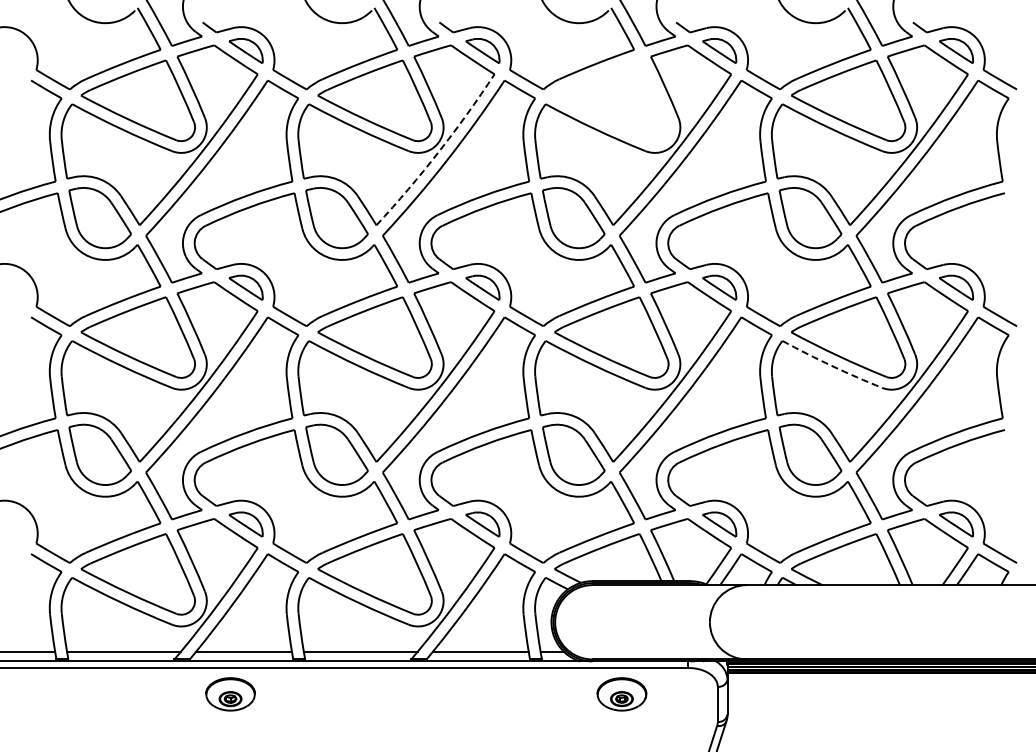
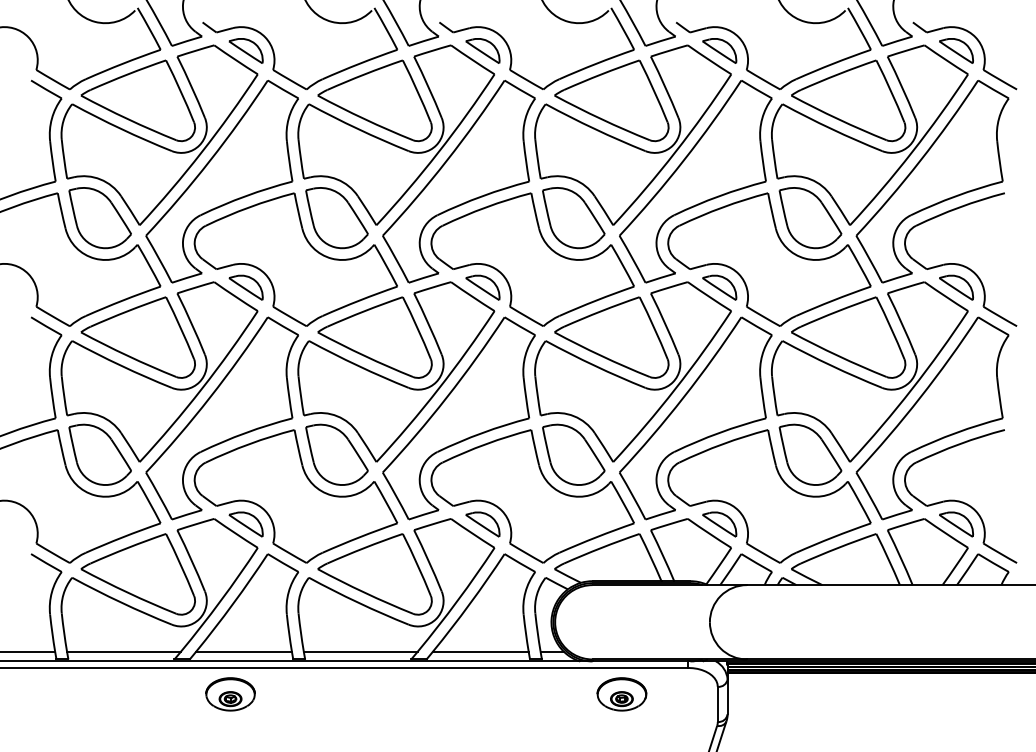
part at (611, 100): none -> present
arc at (438, 152): dashed -> solid
arc at (831, 365): dashed -> solid
